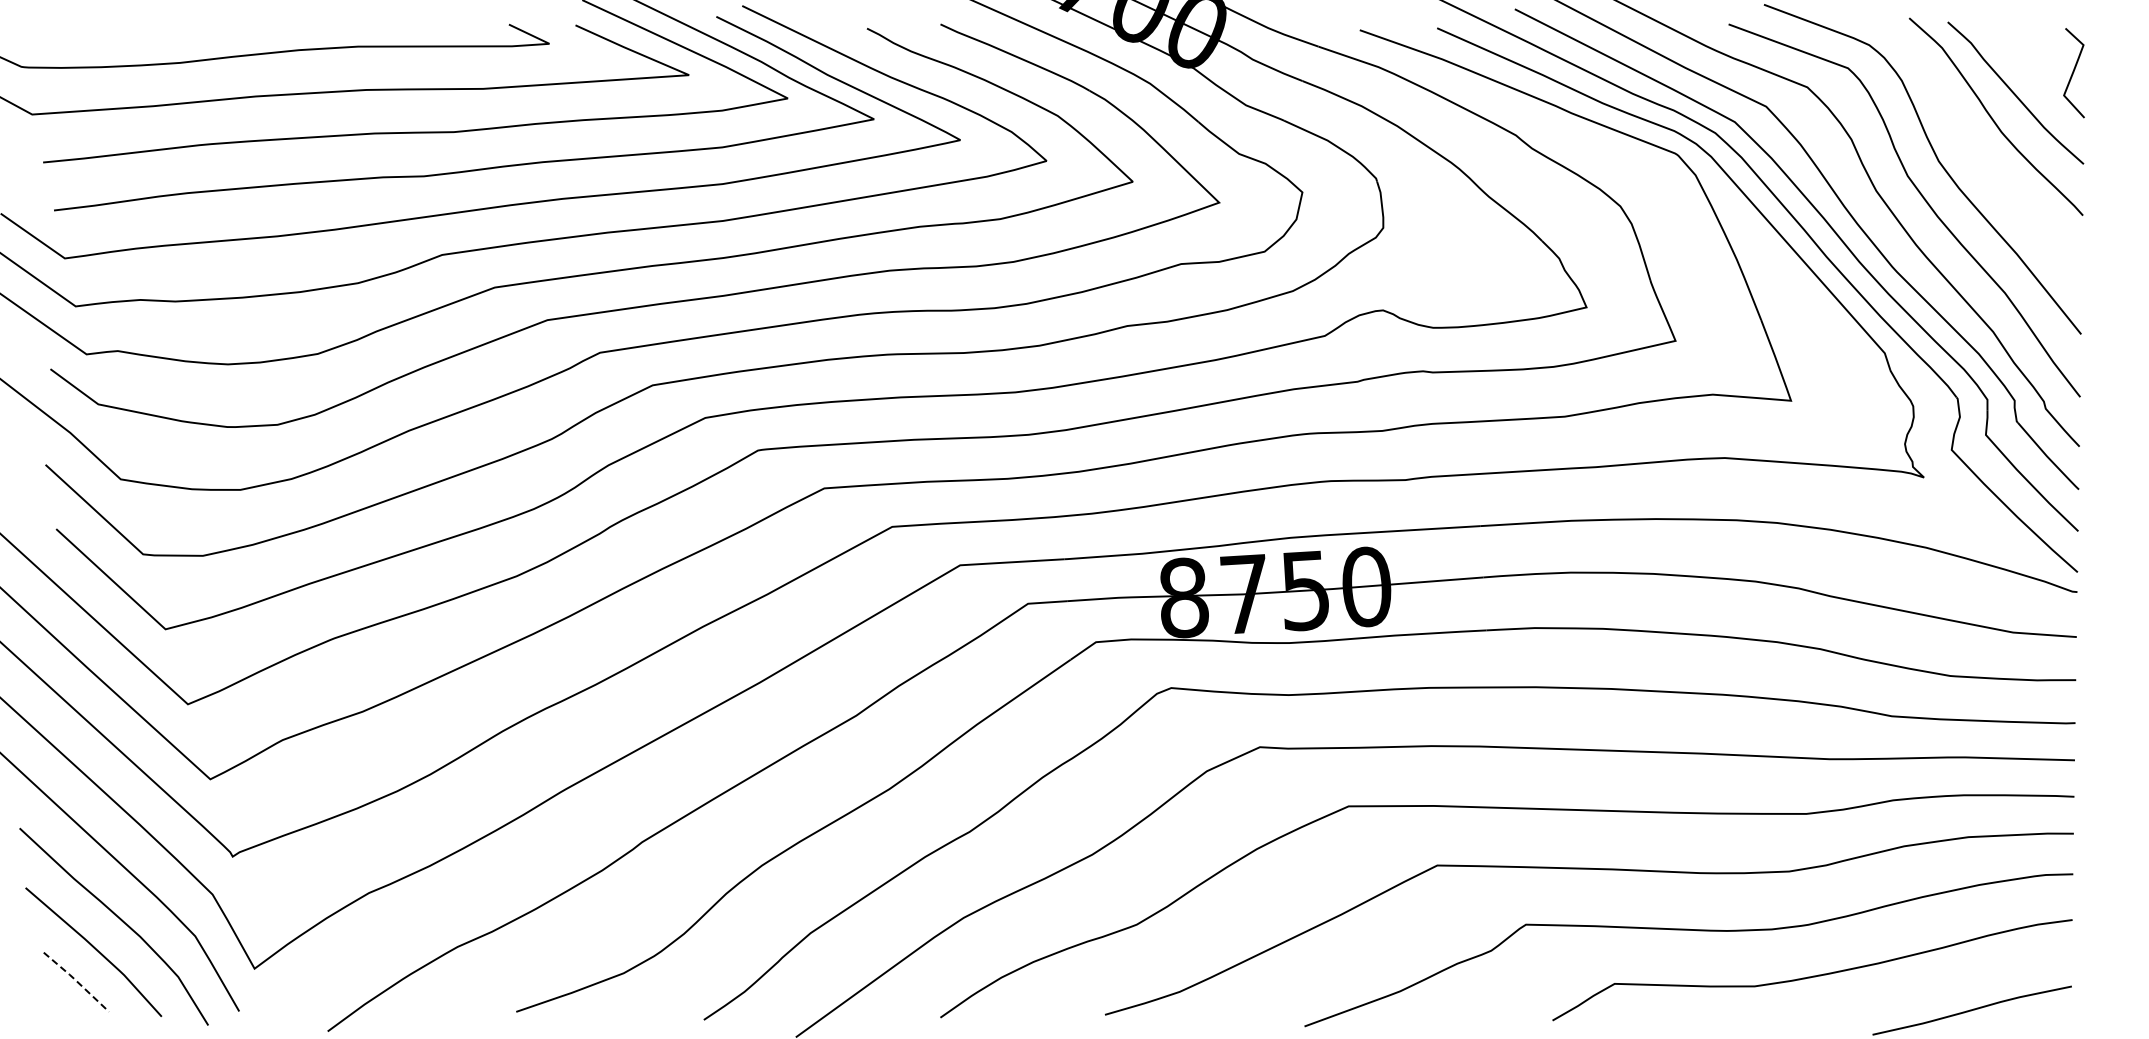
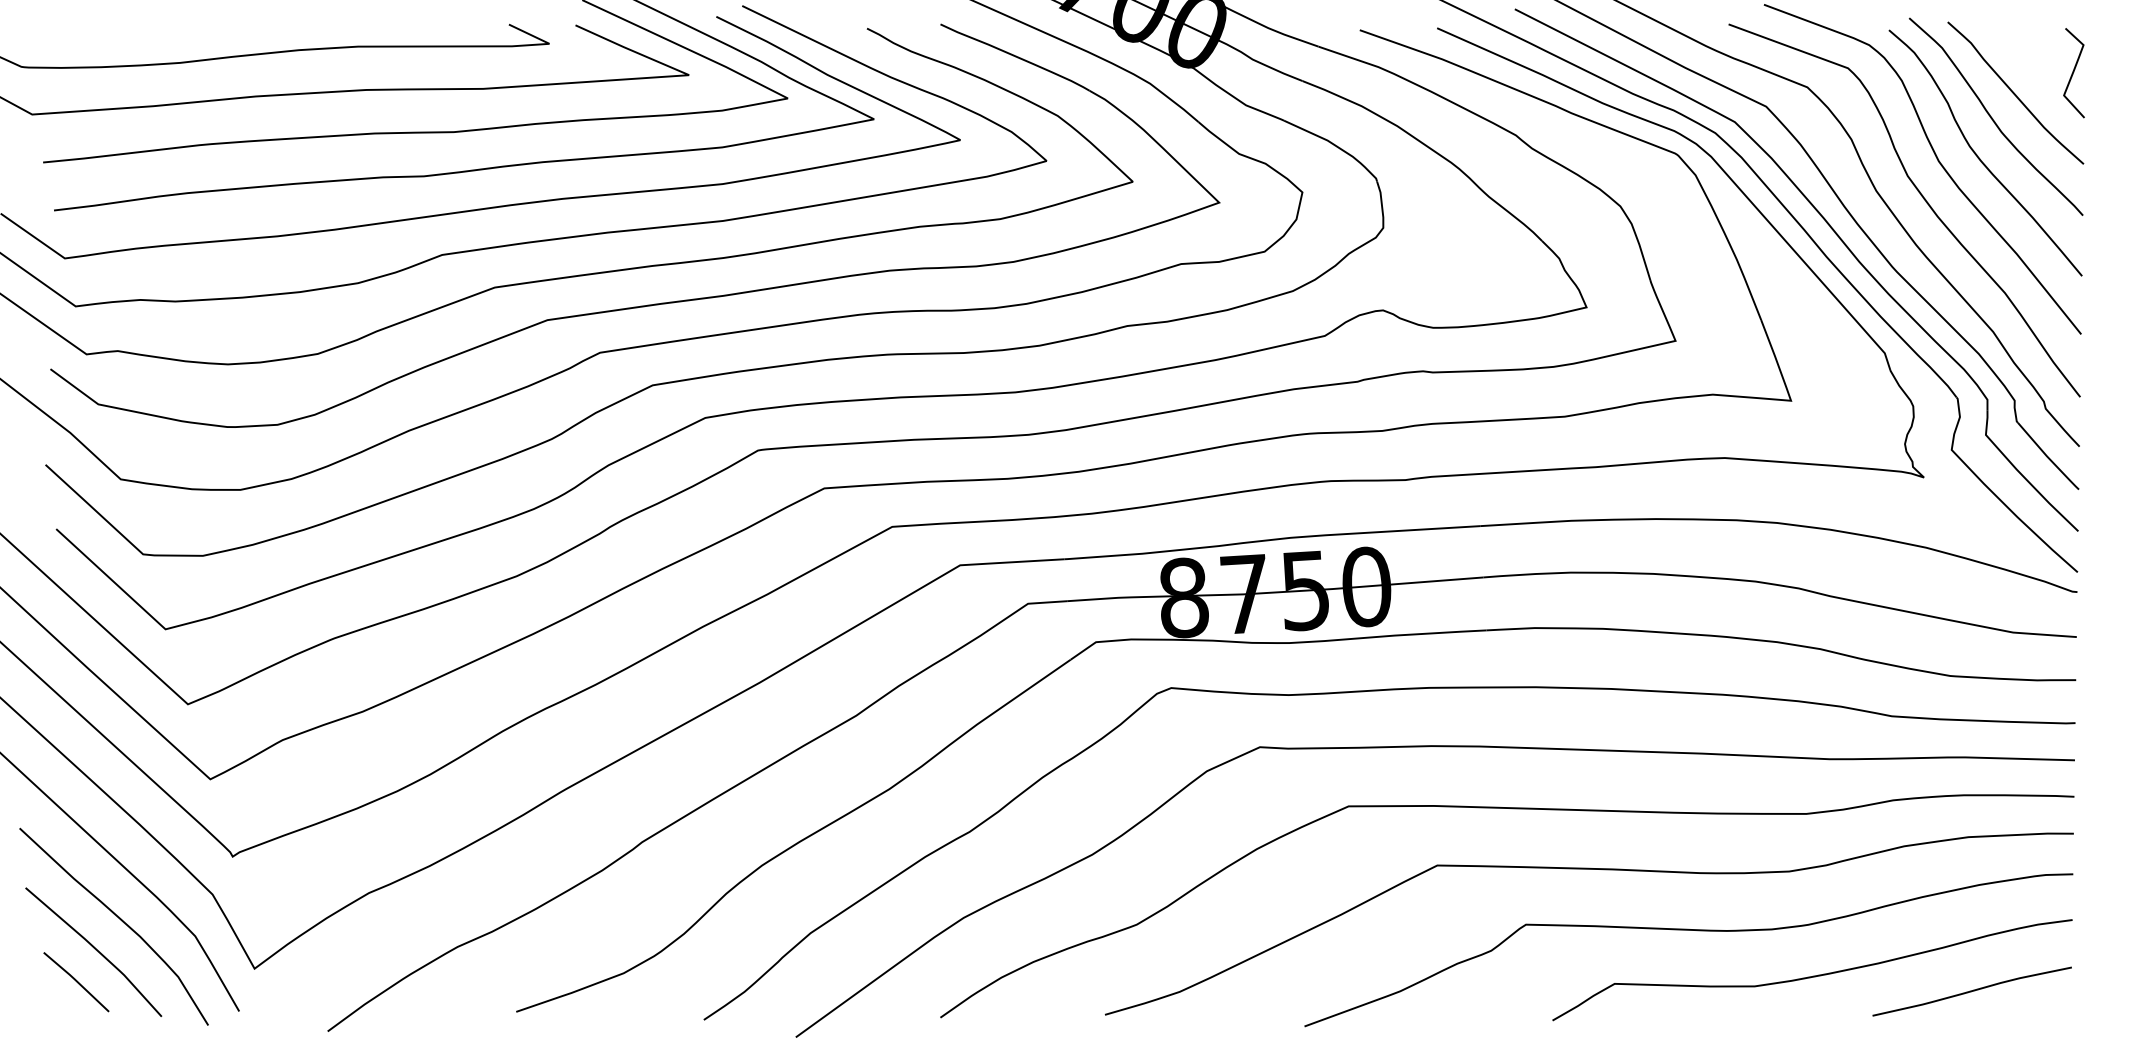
curve at (1979, 157): none -> present
line at (75, 980): dashed -> solid
curve at (1971, 1010) position: (1971, 1010) -> (1971, 991)
